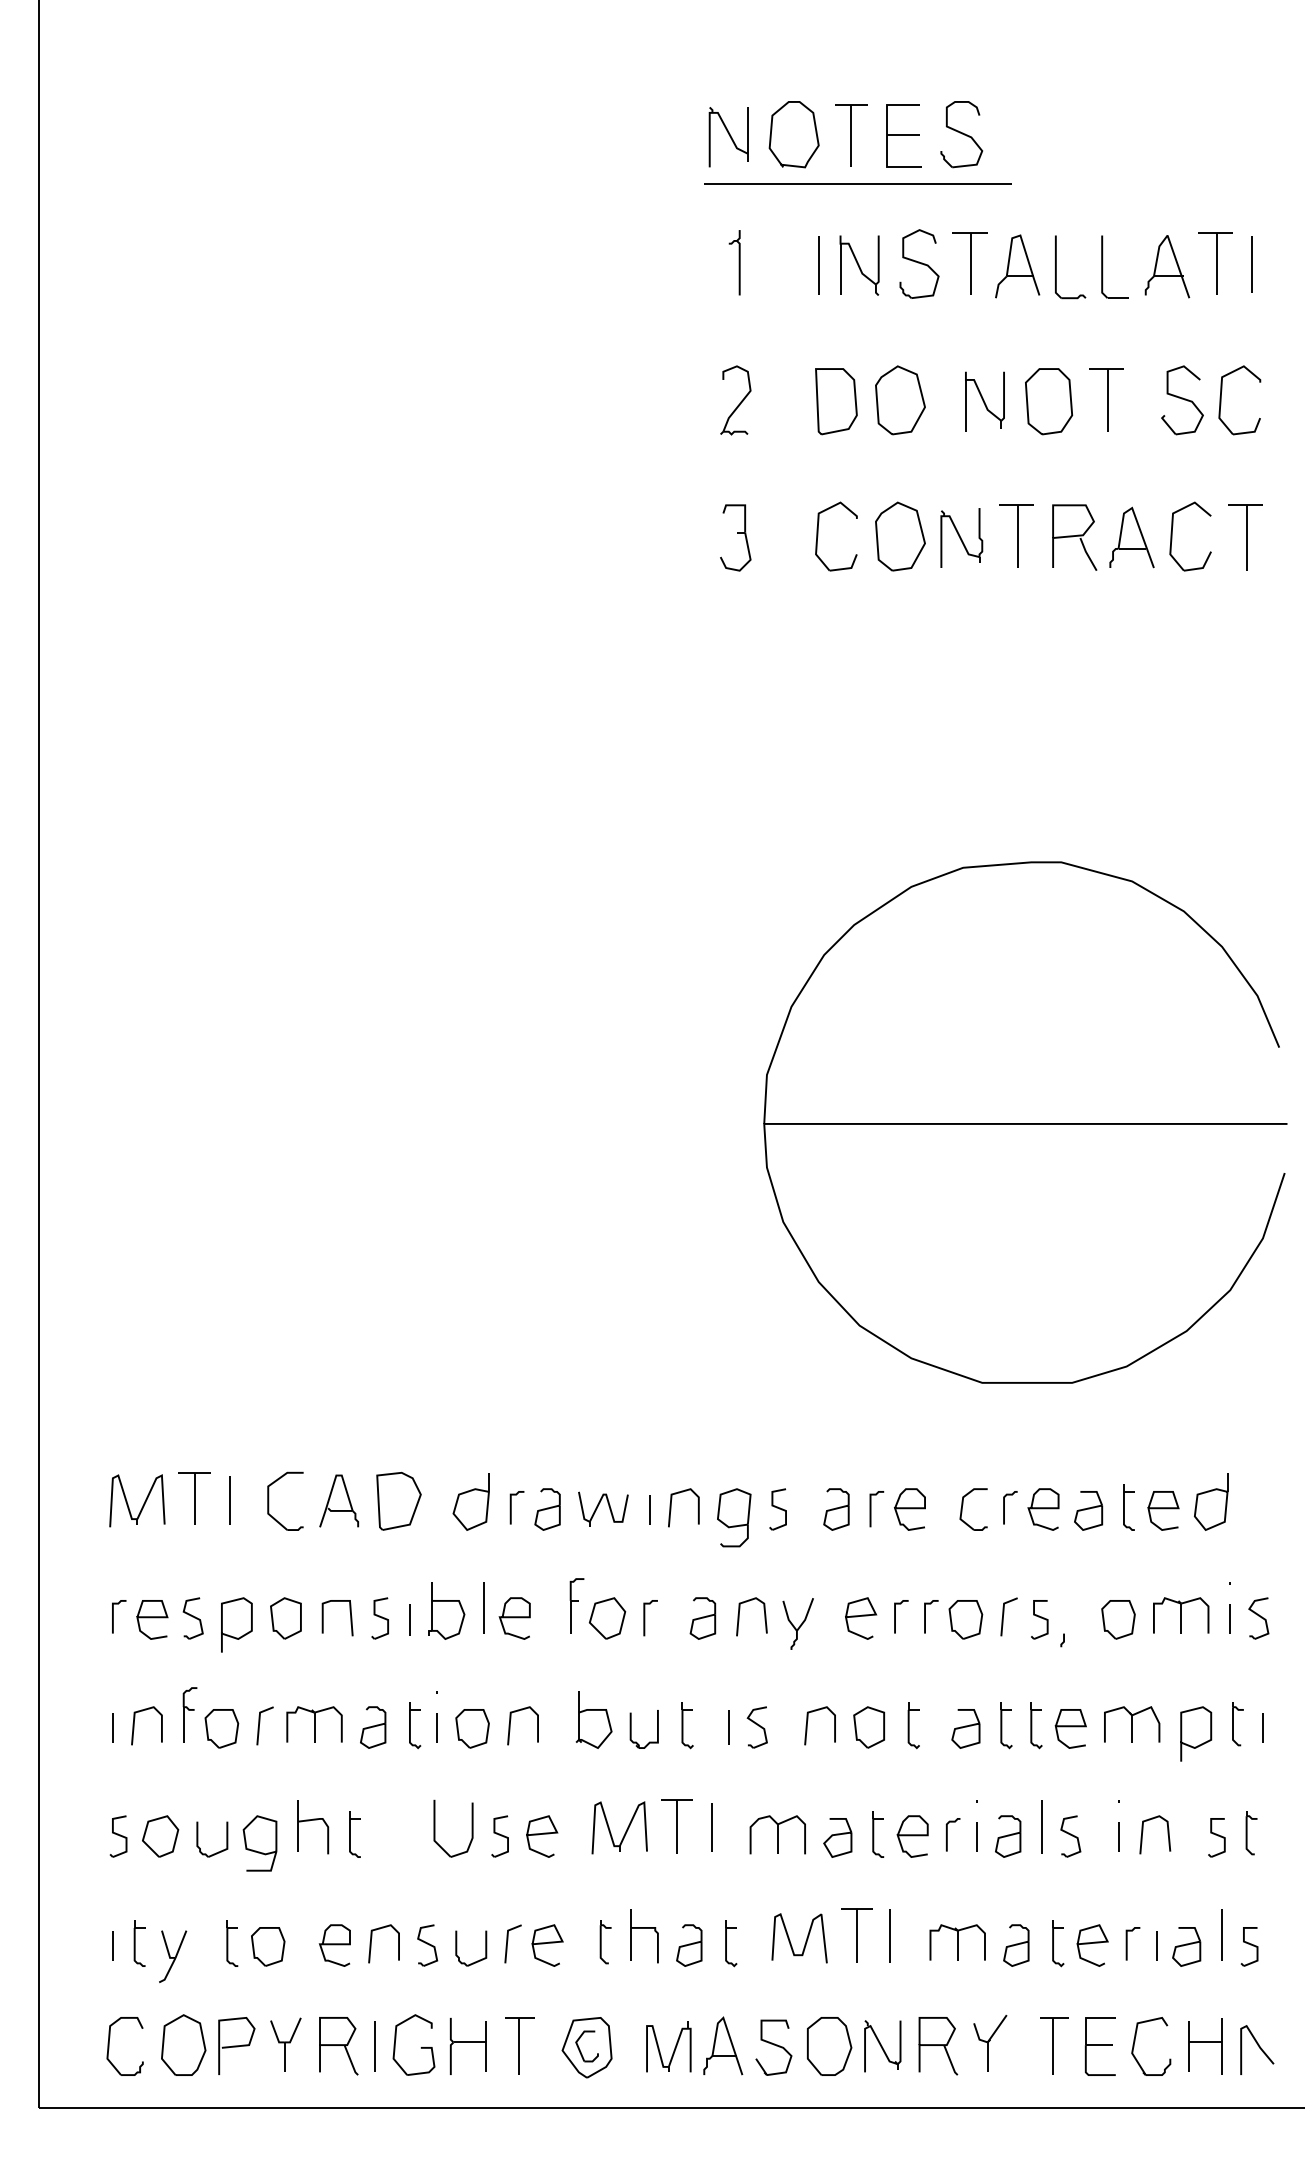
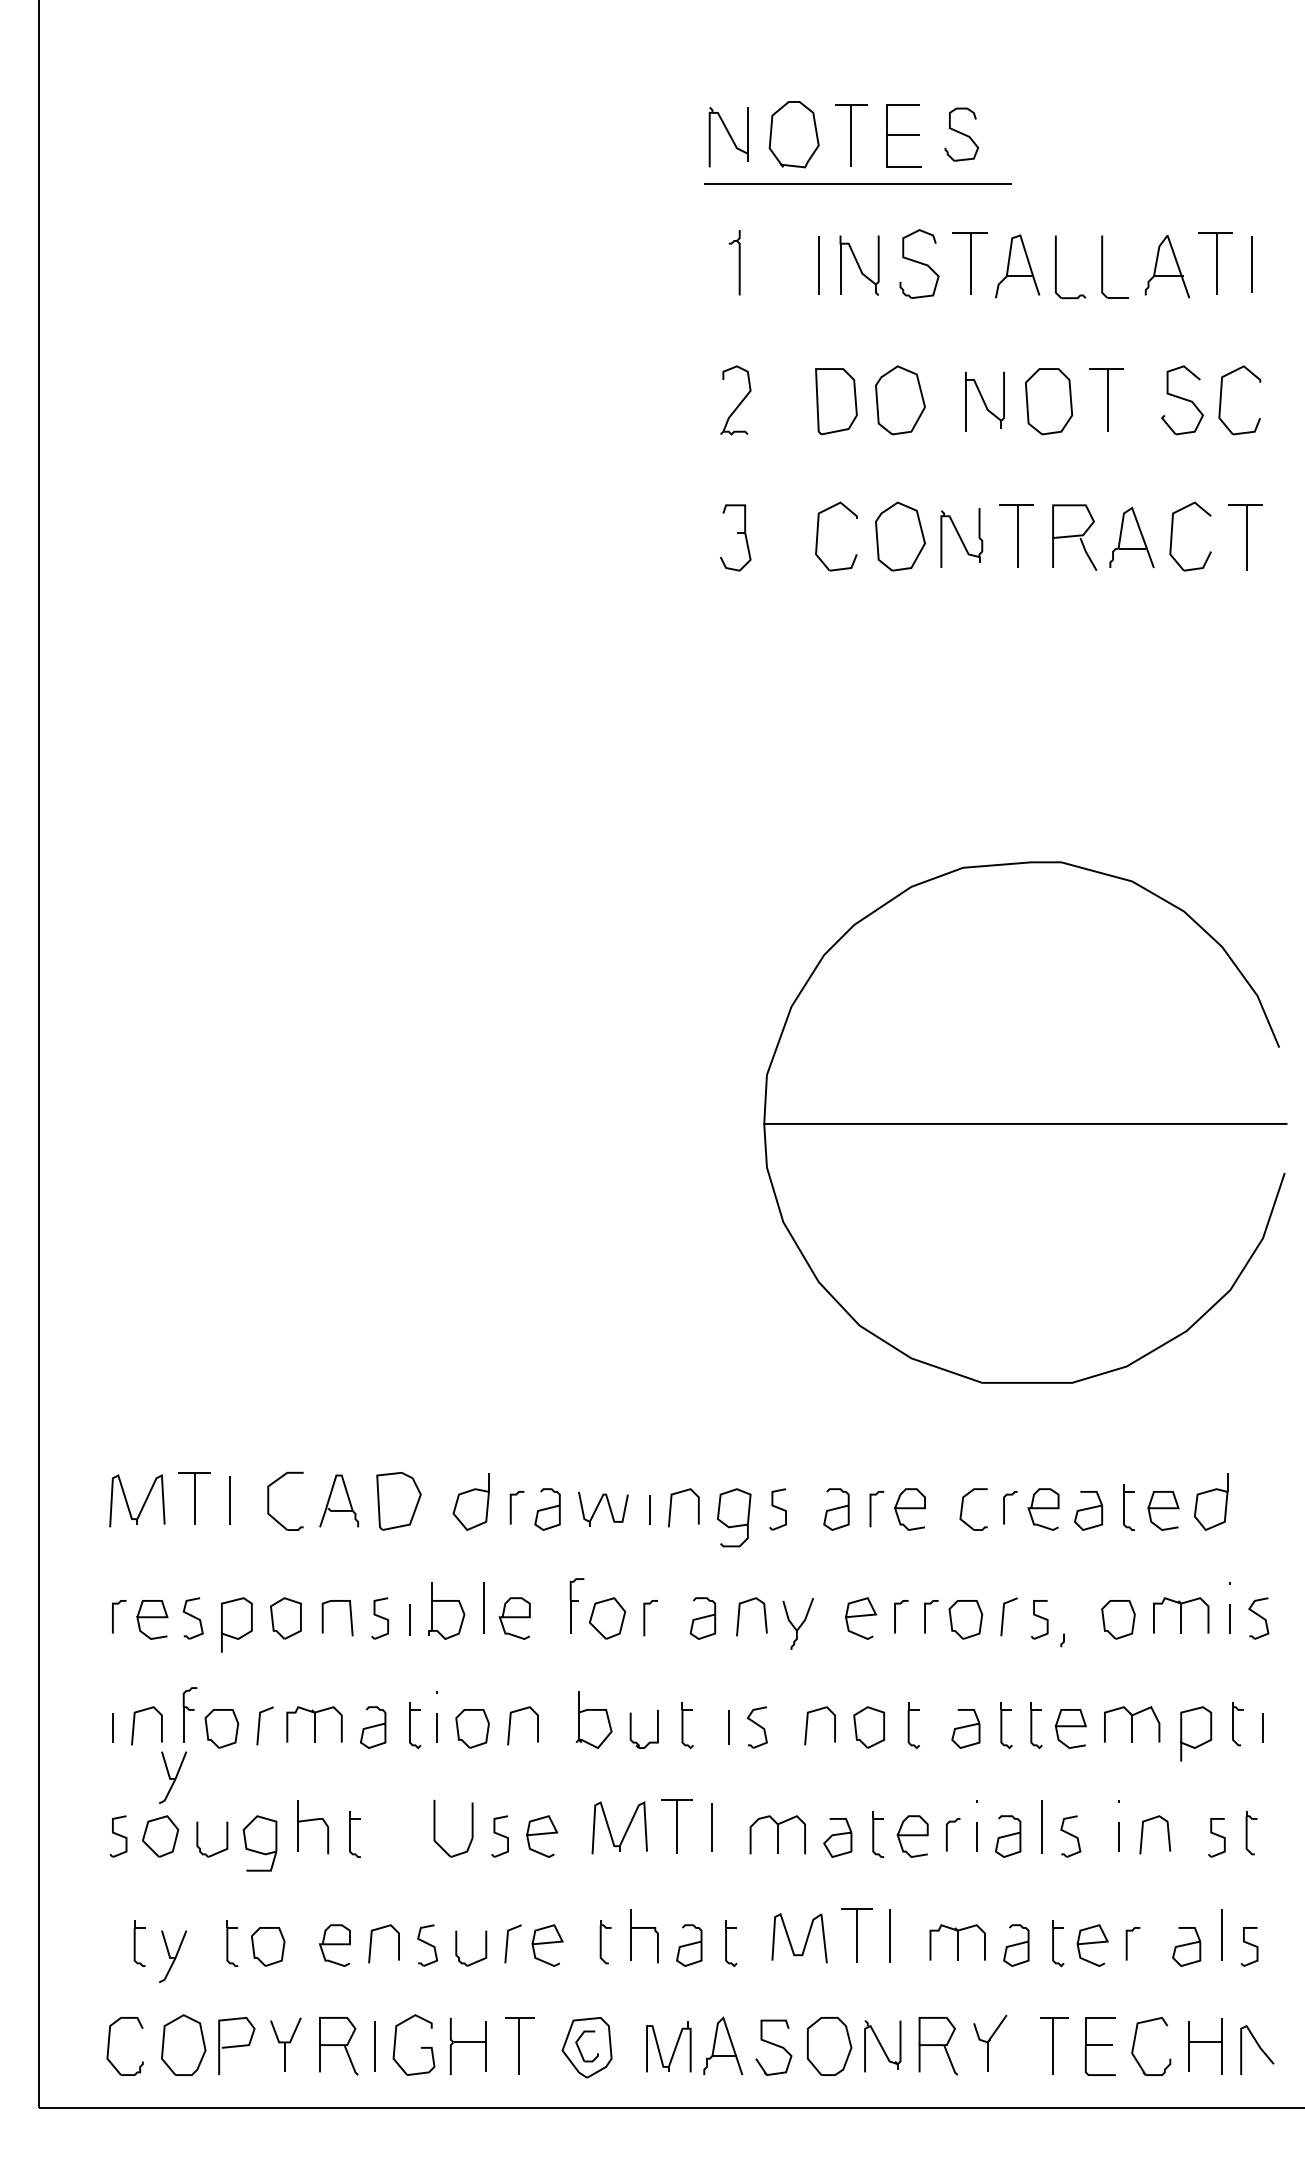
part at (961, 134) size: 44x68 px -> 36x55 px
part at (173, 1777): none -> present
line at (112, 1945): present -> none
line at (1156, 1945): present -> none
